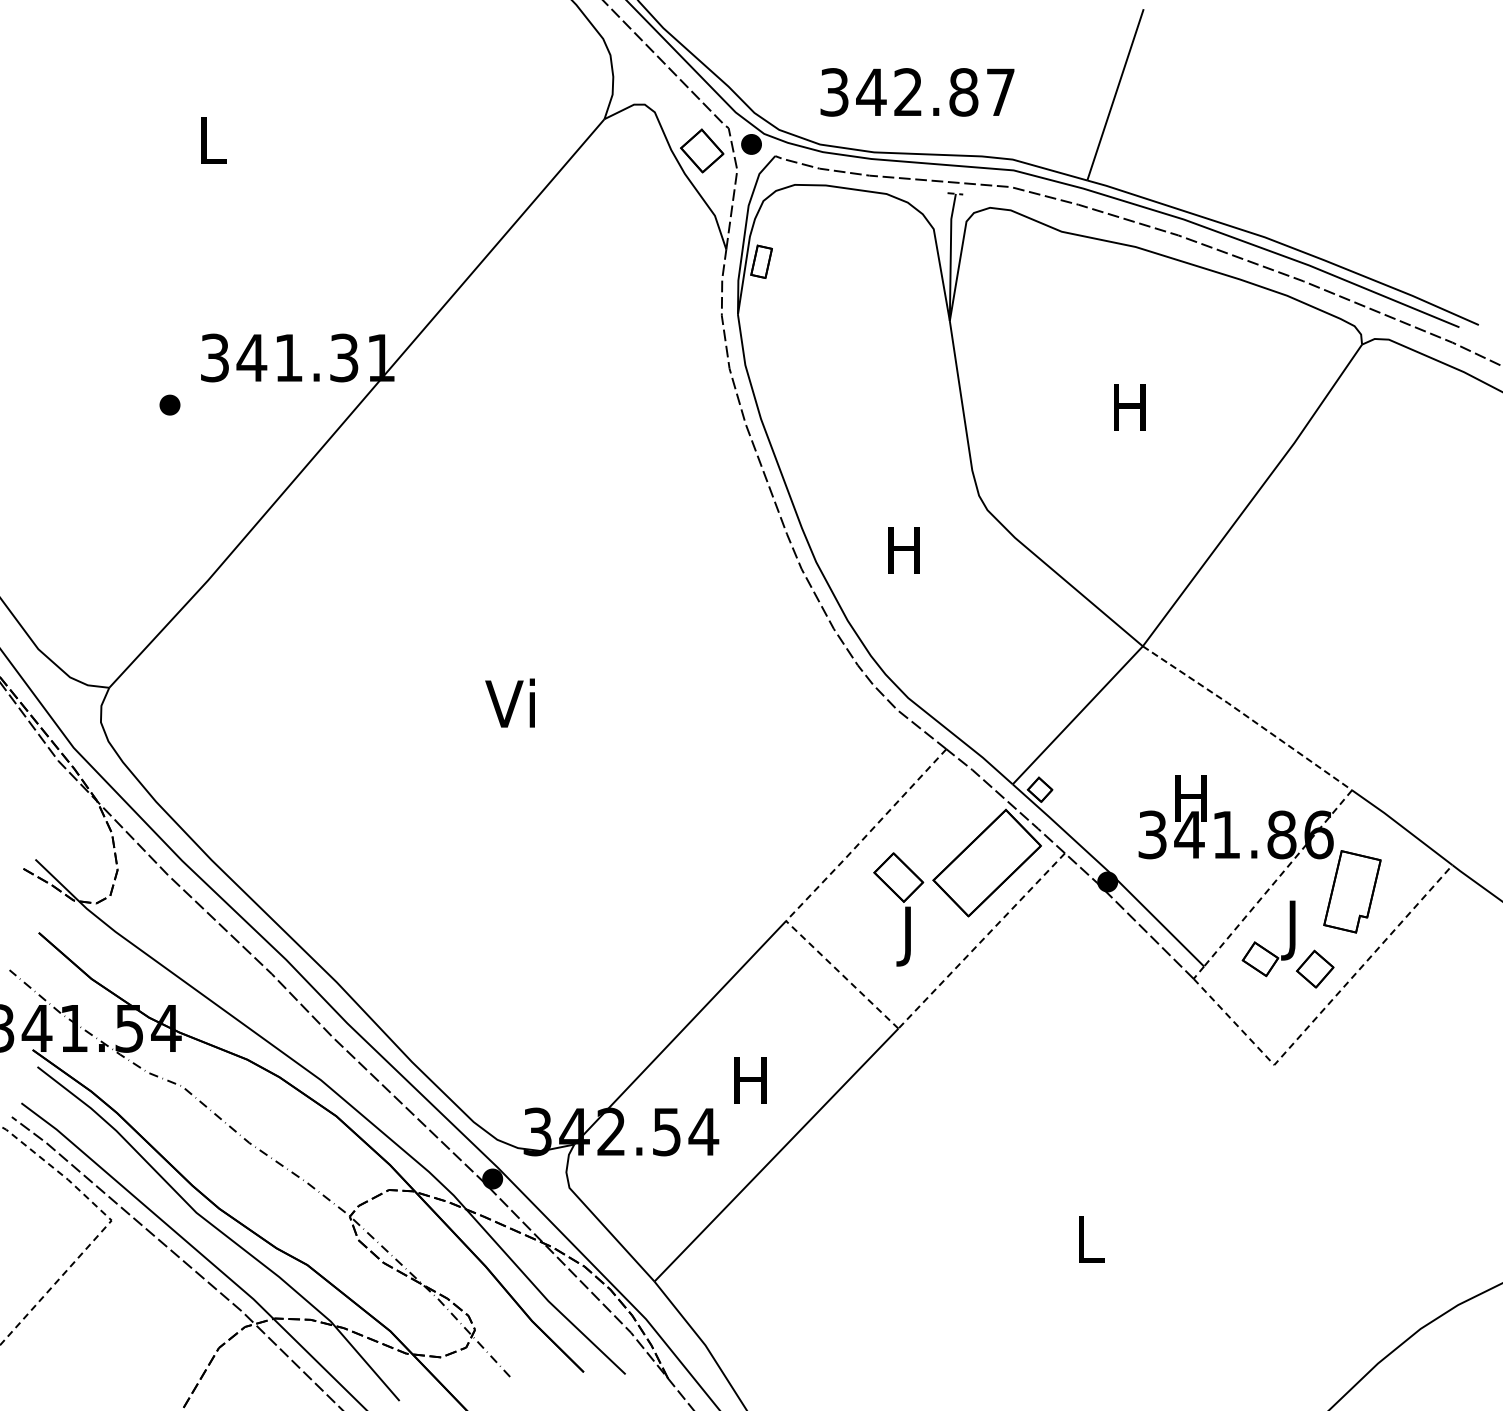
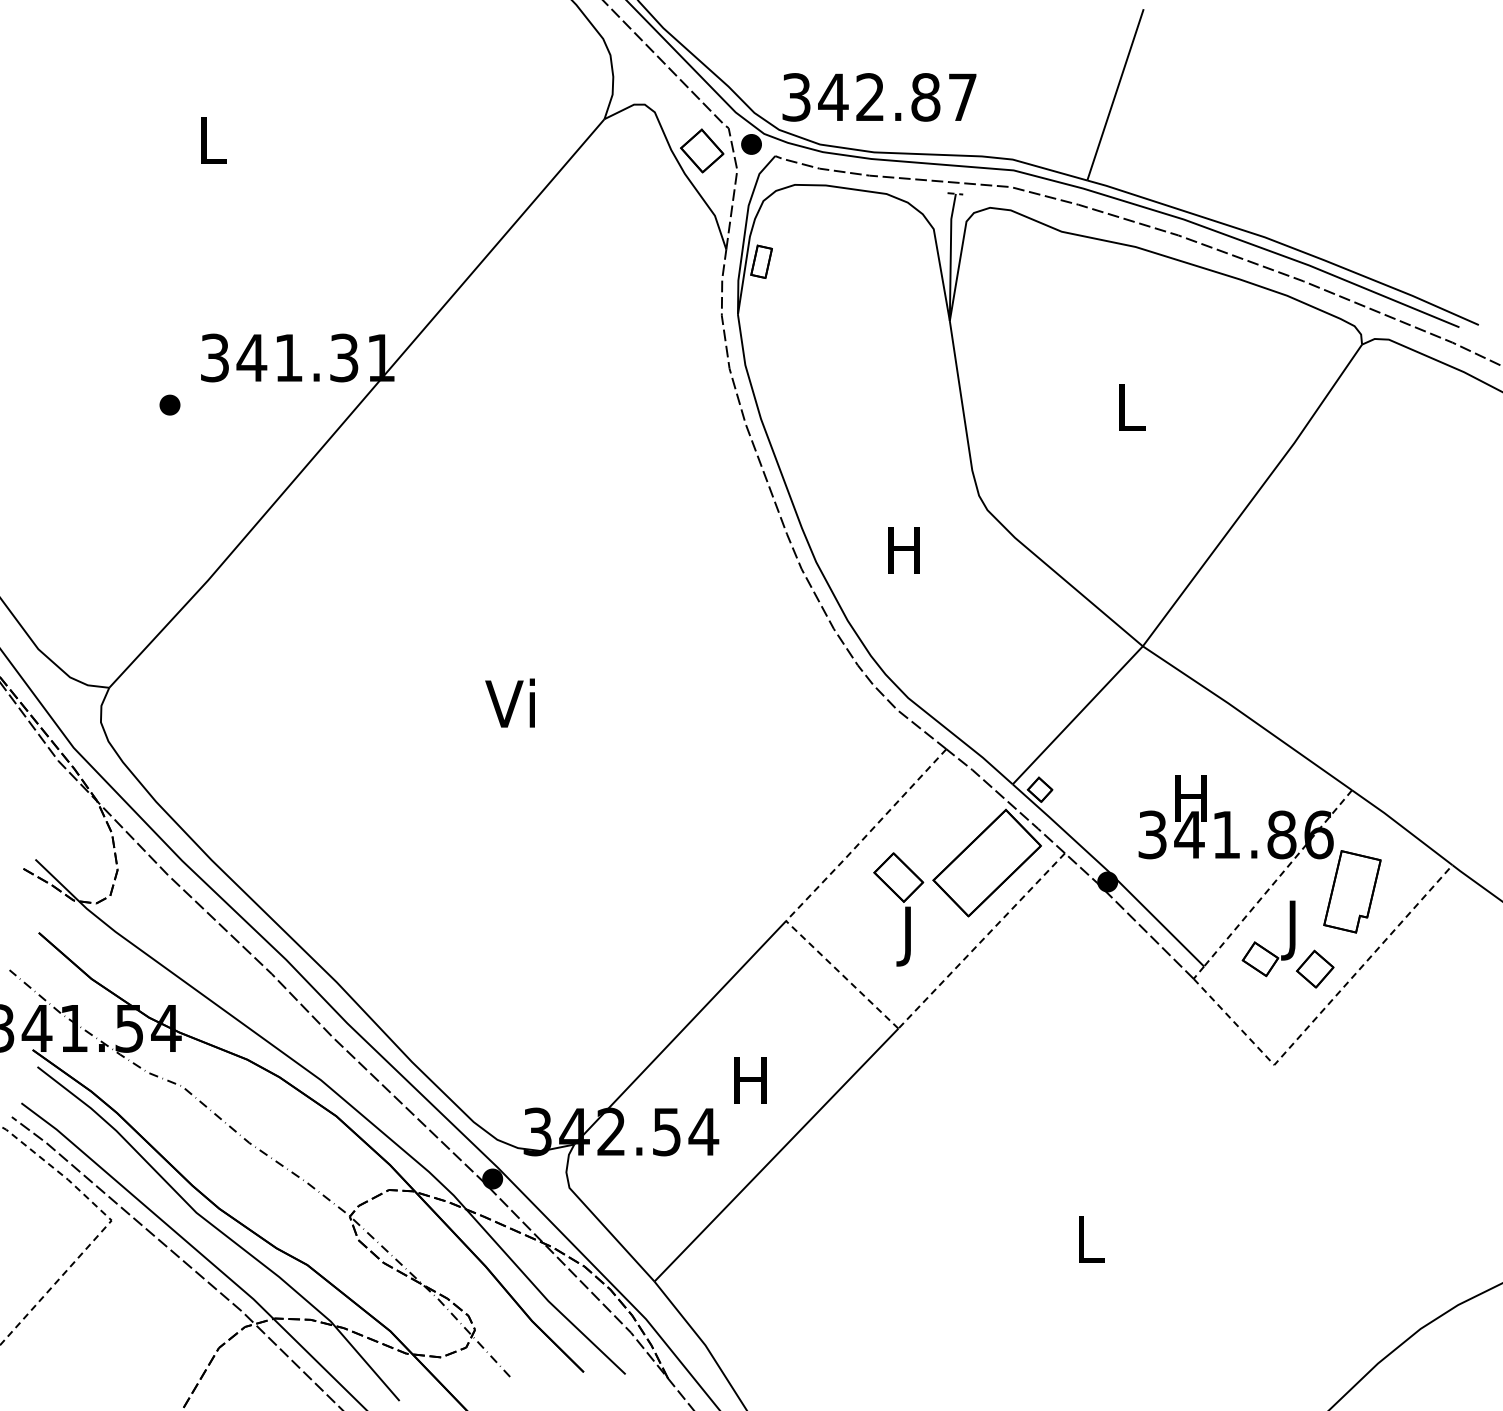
text at (917, 92) position: (917, 92) -> (879, 97)
text at (1129, 407): H -> L
line at (1247, 716): dashed -> solid
